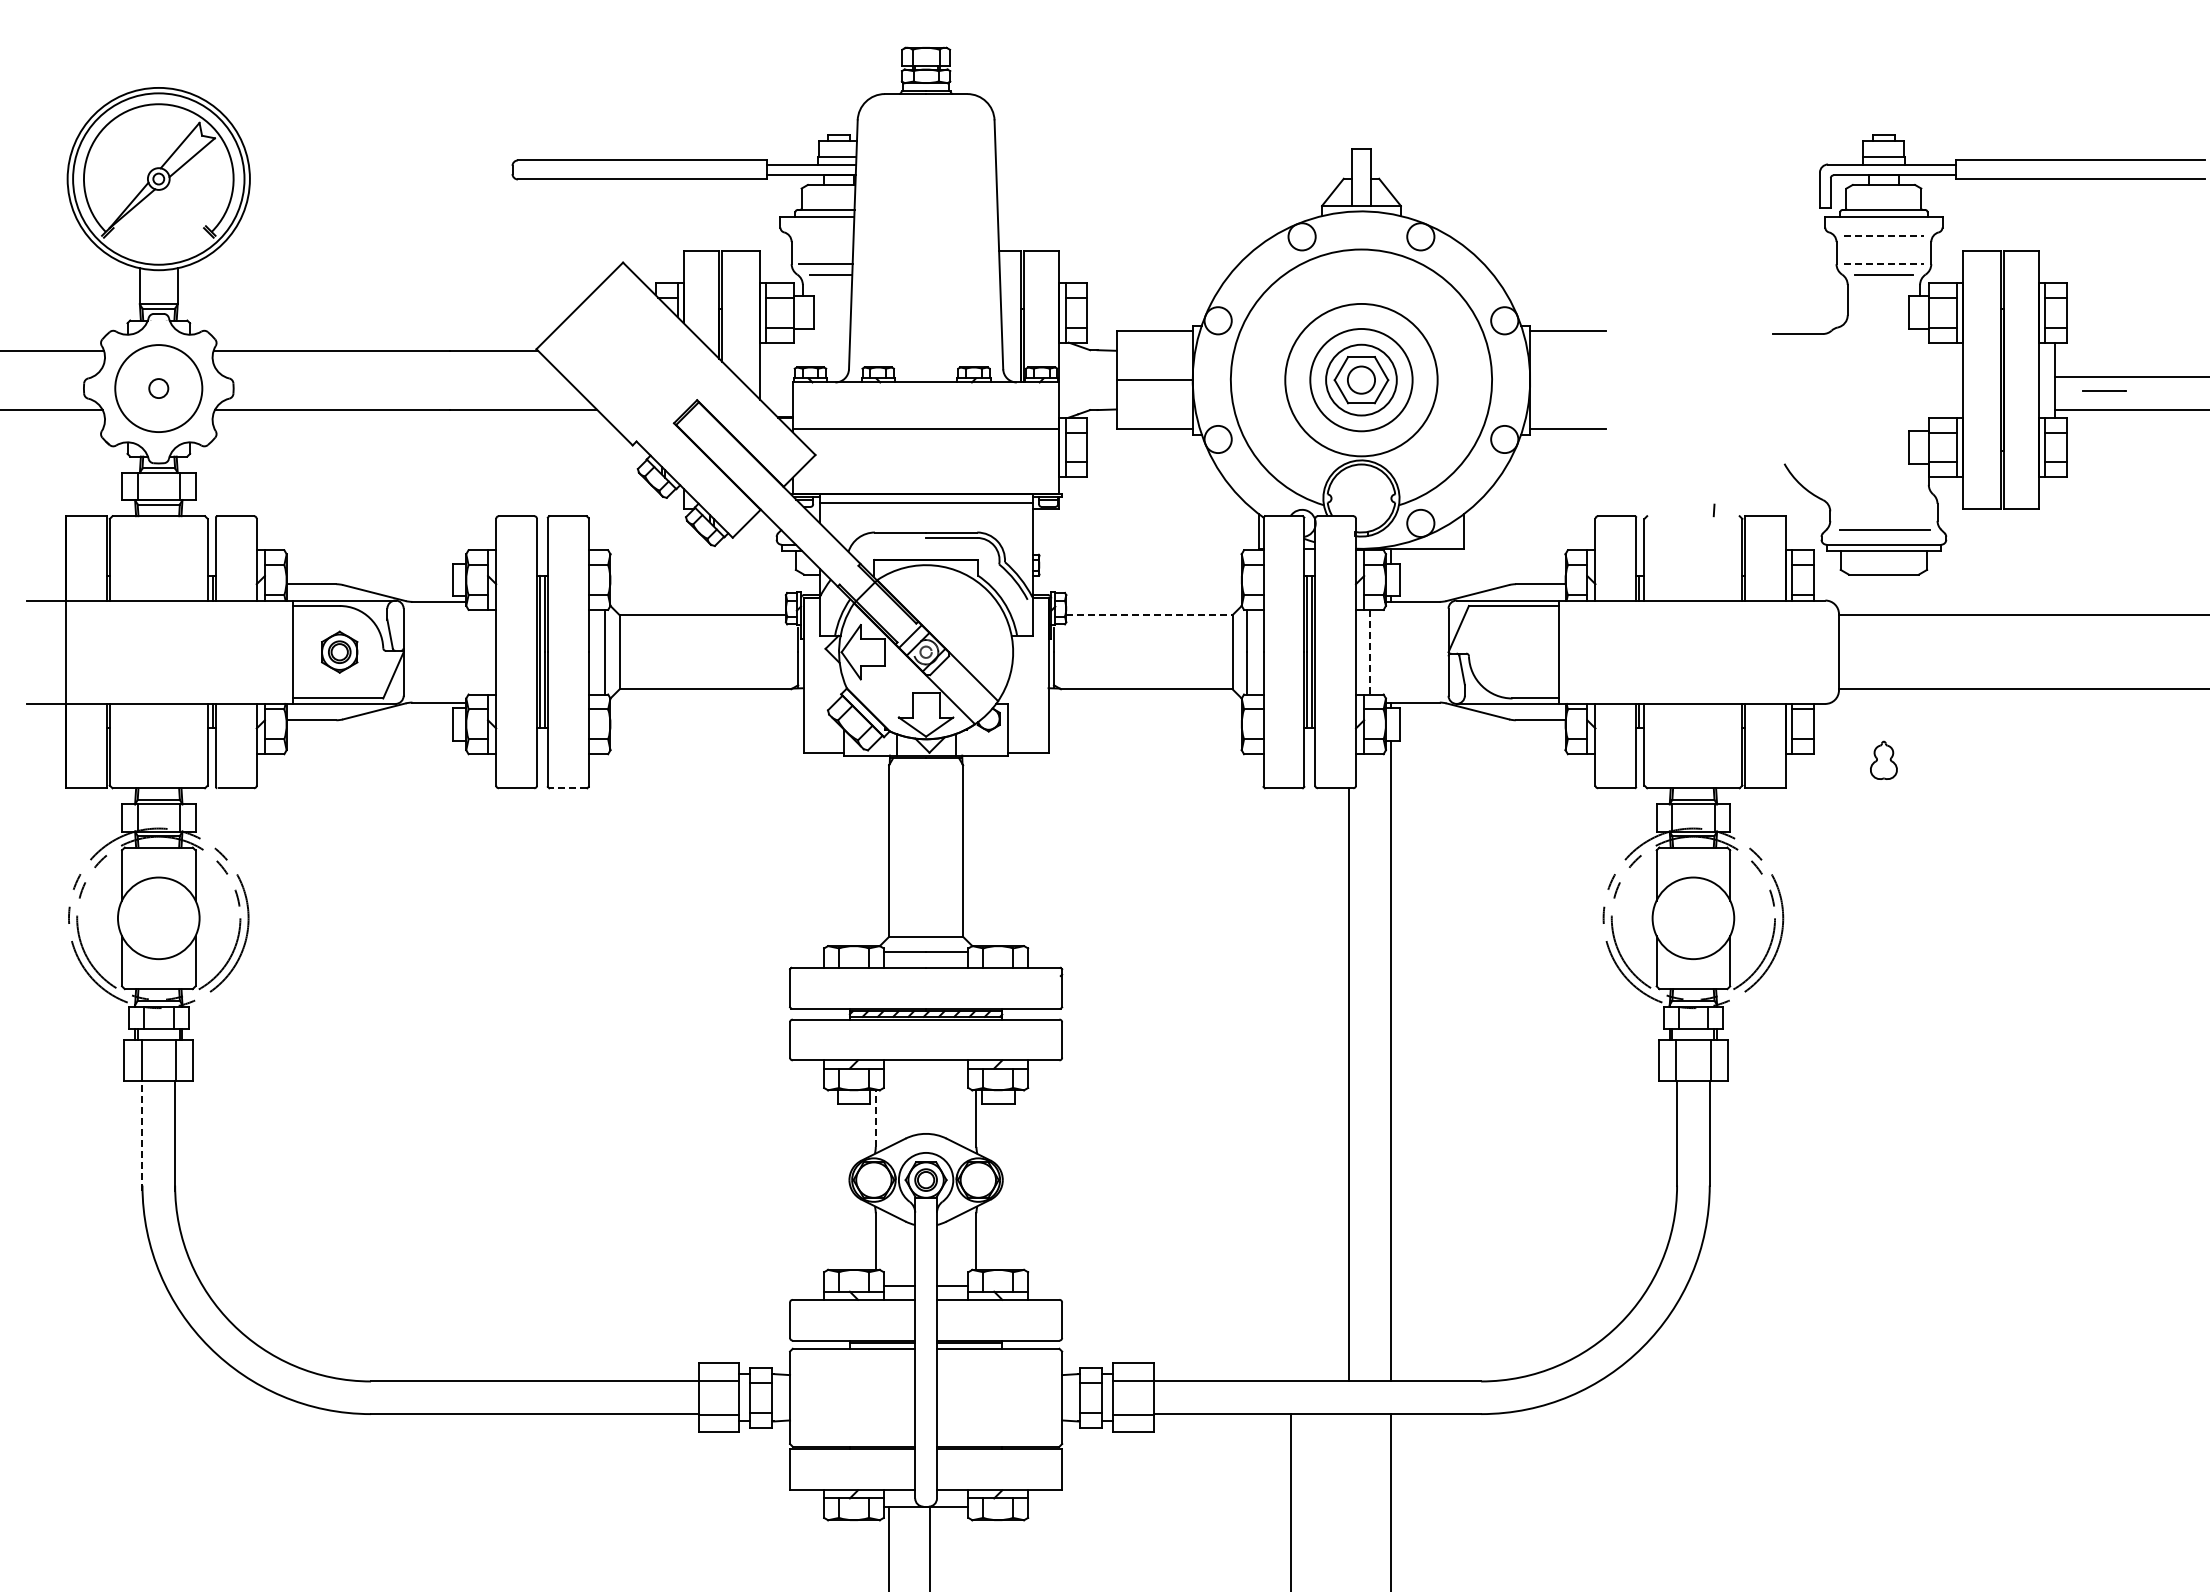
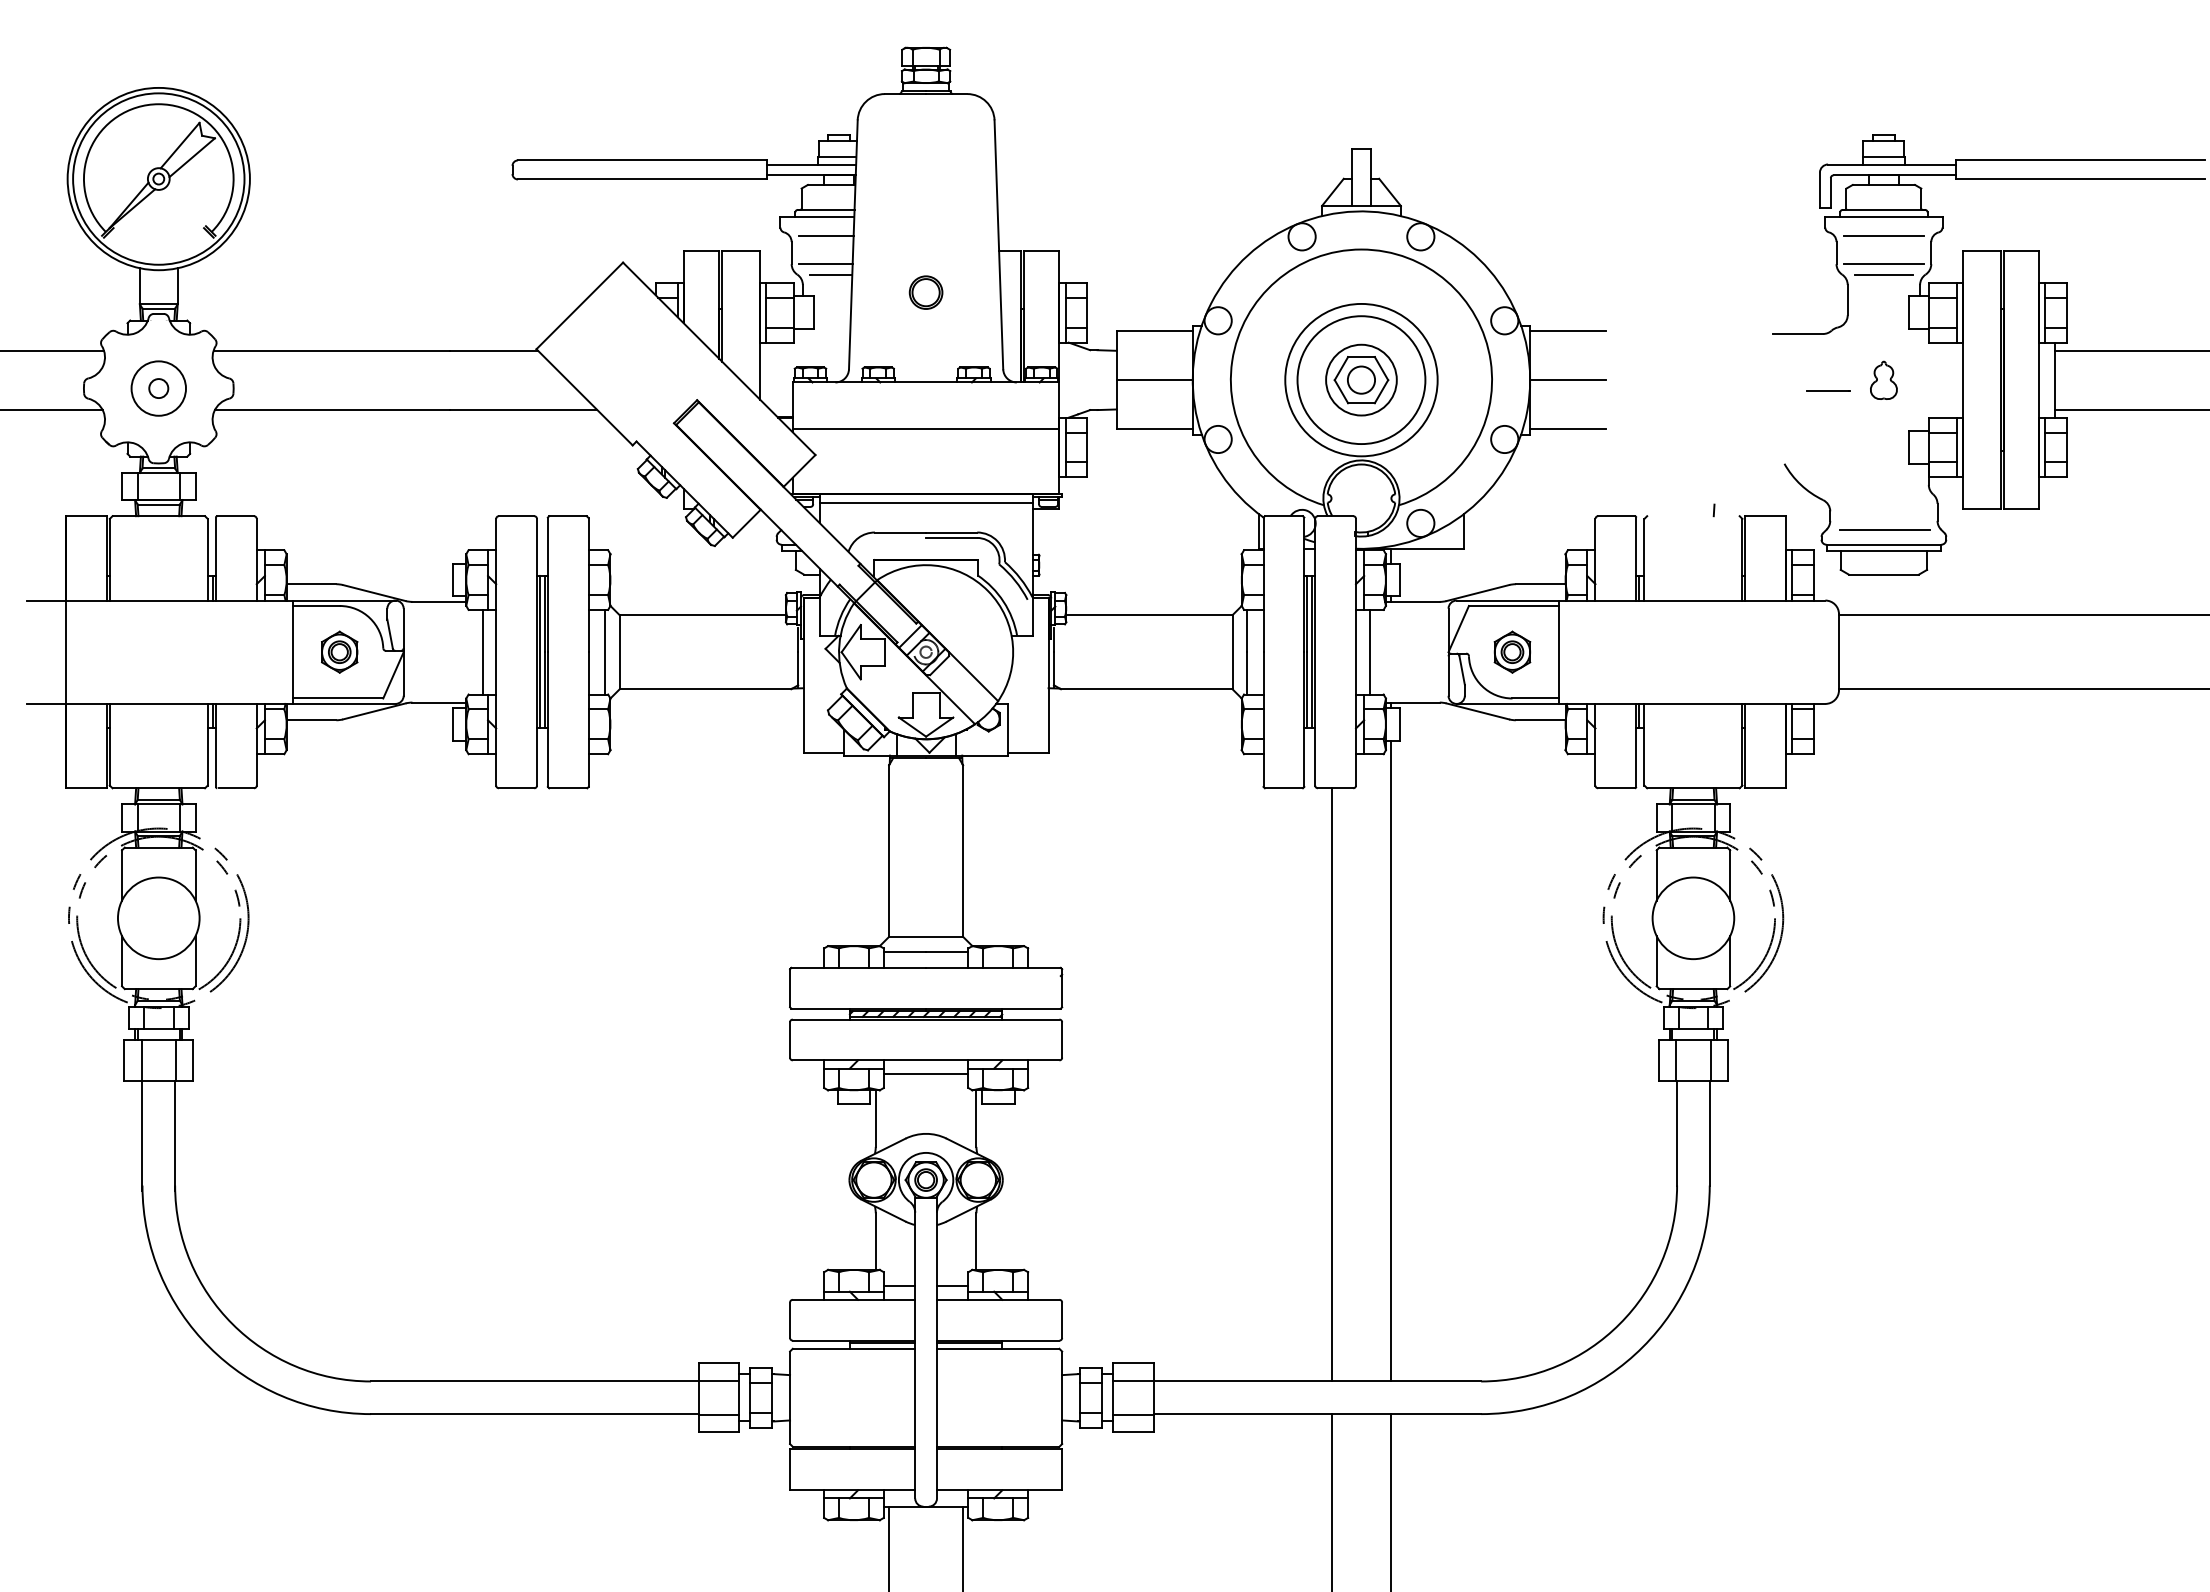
line at (825, 235): none -> present
line at (1884, 235): dashed -> solid
line at (1884, 264): dashed -> solid
part at (925, 292): none -> present
line at (2130, 376) position: (2130, 376) -> (2130, 350)
circle at (1361, 379) diameter: 102 px -> 128 px
line at (1568, 380): none -> present
circle at (158, 388) diameter: 87 px -> 54 px
line at (2104, 390) position: (2104, 390) -> (1828, 390)
line at (1149, 615): dashed -> solid
line at (482, 651): none -> present
part at (1512, 651): none -> present
line at (1369, 652): dashed -> solid
part at (1883, 759) position: (1883, 759) -> (1883, 379)
line at (567, 788): dashed -> solid
line at (925, 1073): none -> present
line at (1348, 1084) position: (1348, 1084) -> (1331, 1084)
line at (875, 1118): dashed -> solid
line at (142, 1135): dashed -> solid
line at (1290, 1501) position: (1290, 1501) -> (1331, 1501)
line at (930, 1547) position: (930, 1547) -> (963, 1547)
